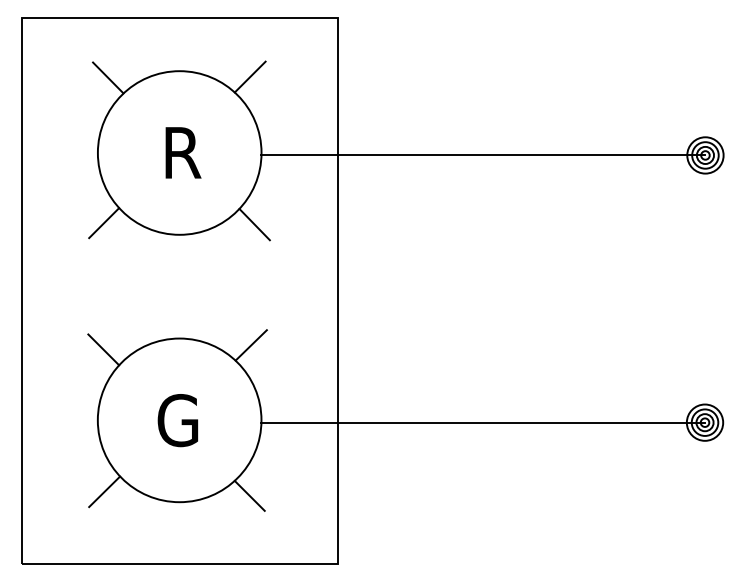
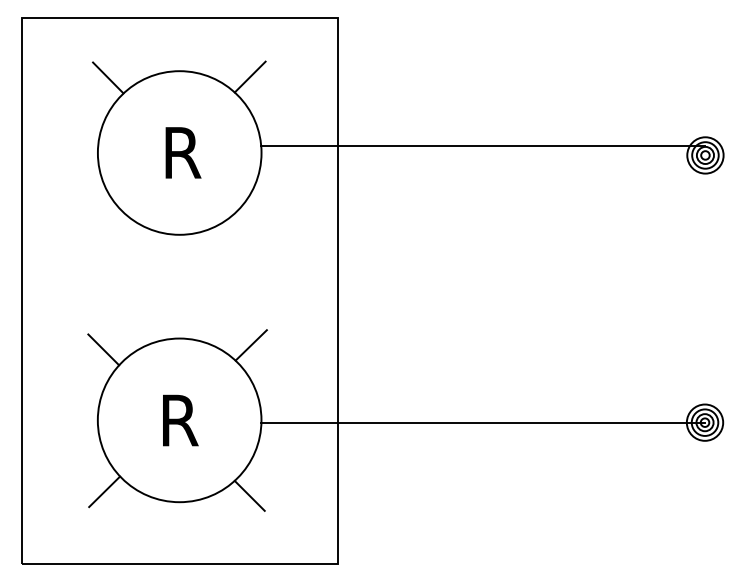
line at (483, 155) position: (483, 155) -> (483, 146)
line at (104, 223): present -> none
line at (254, 224): present -> none
text at (177, 420): G -> R
